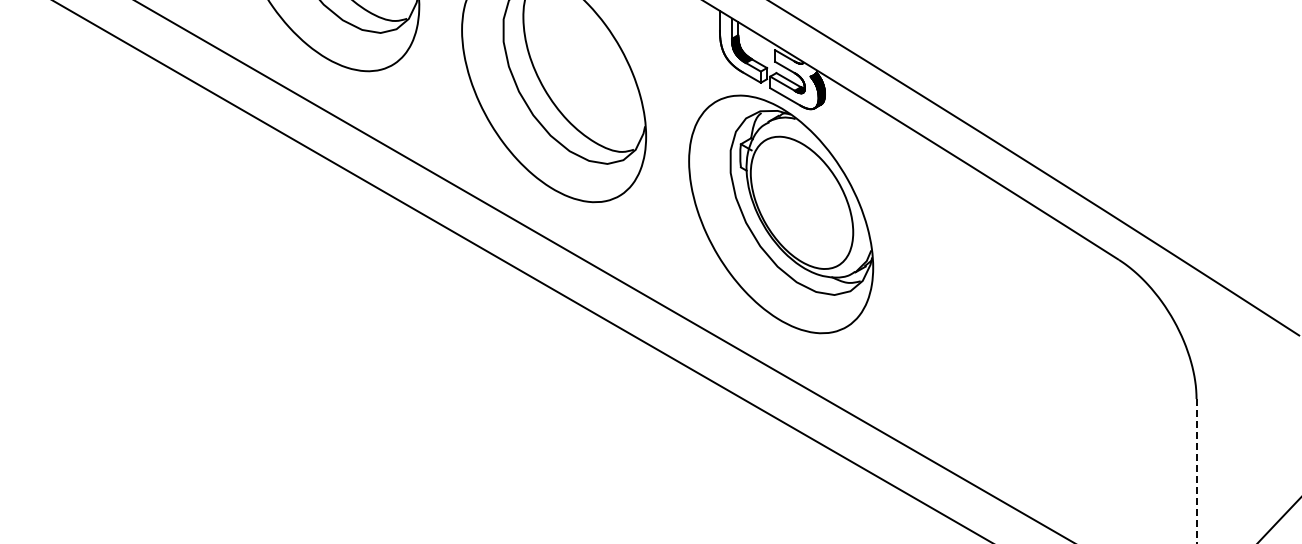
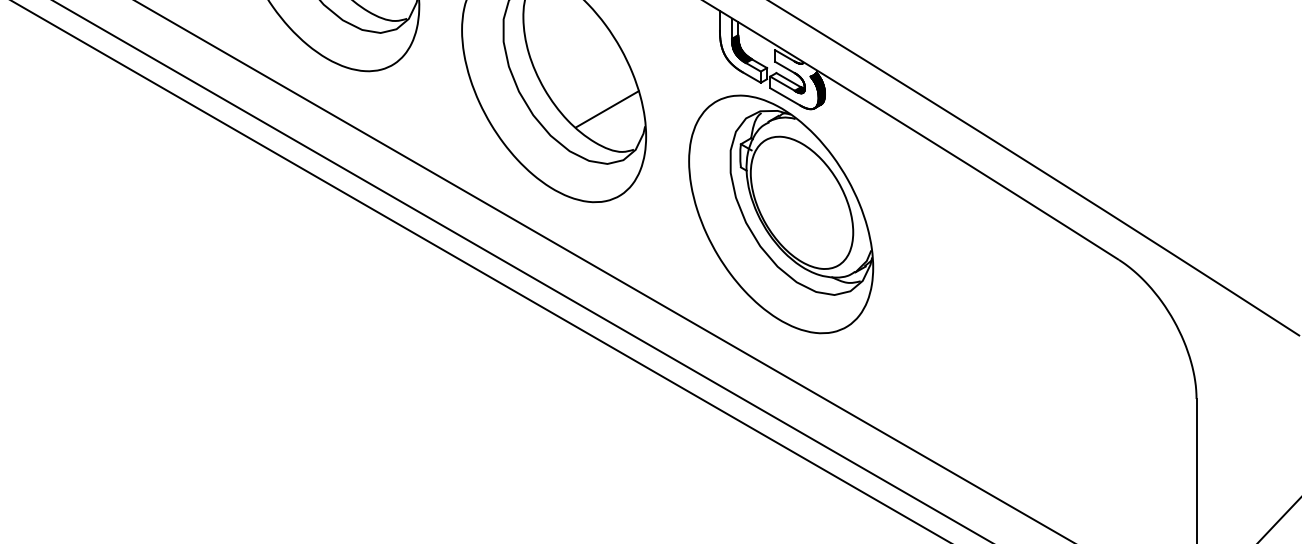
line at (607, 109): none -> present
line at (479, 271): none -> present
line at (1196, 471): dashed -> solid
